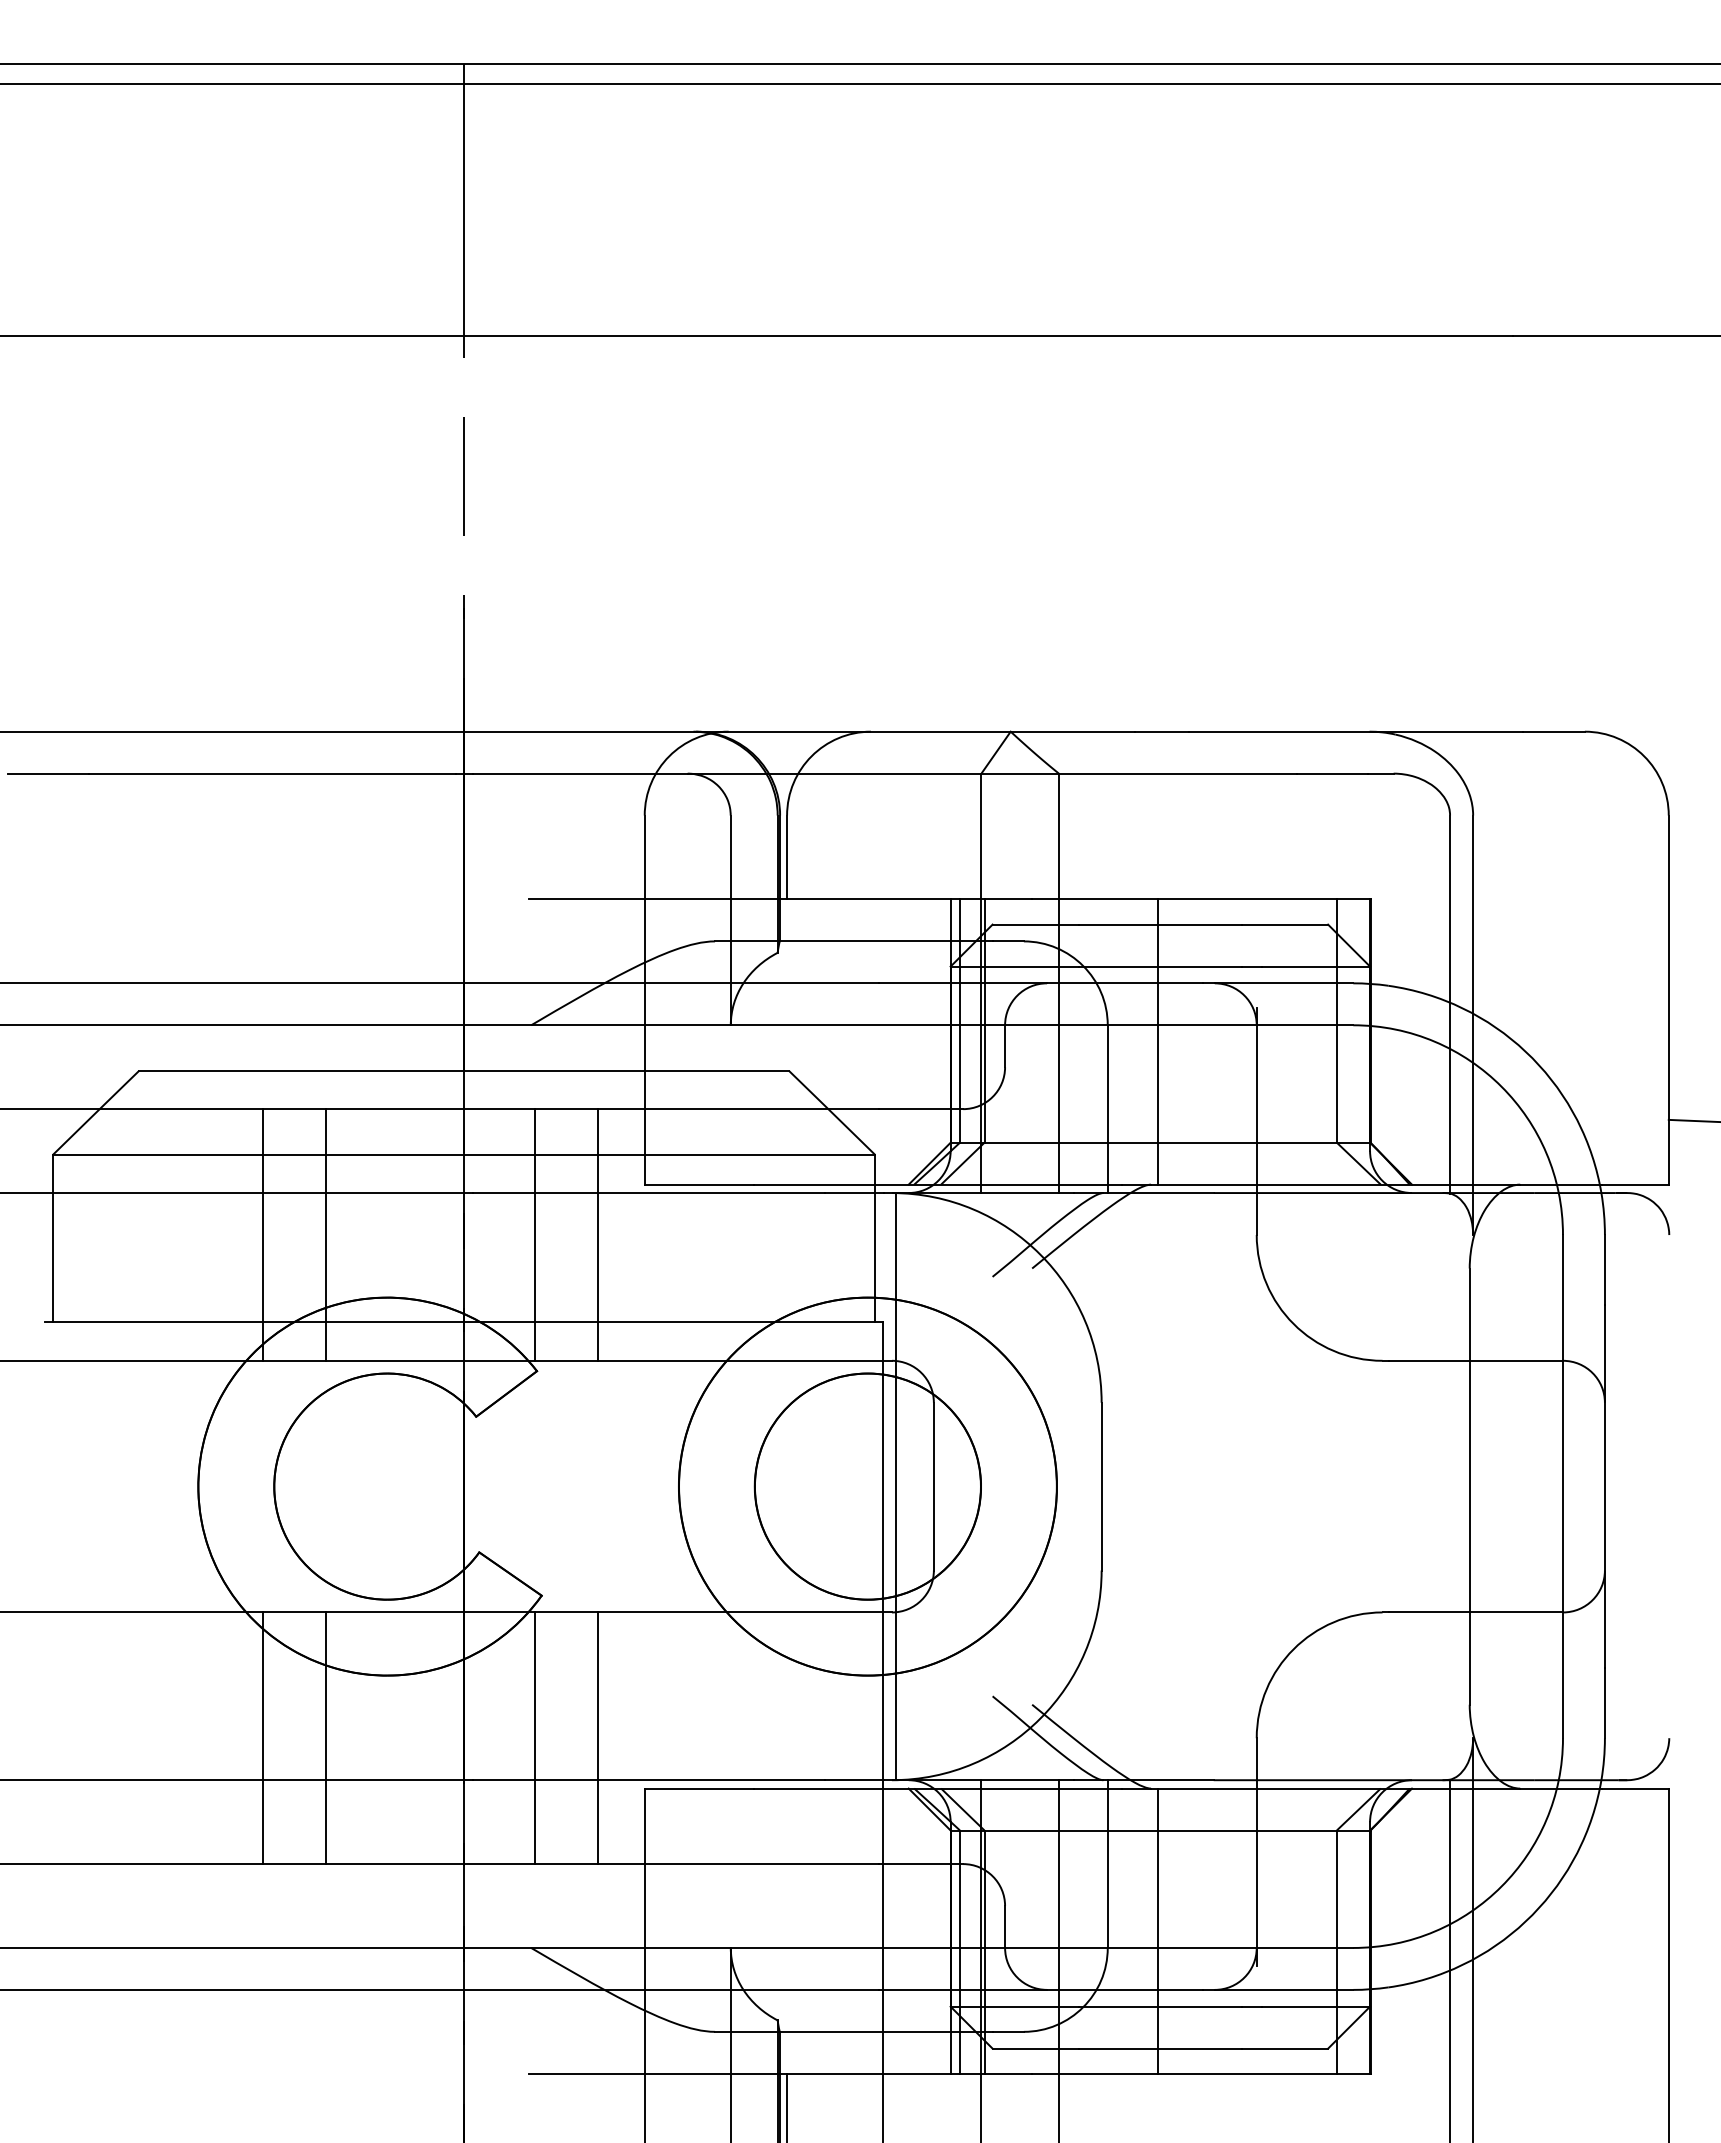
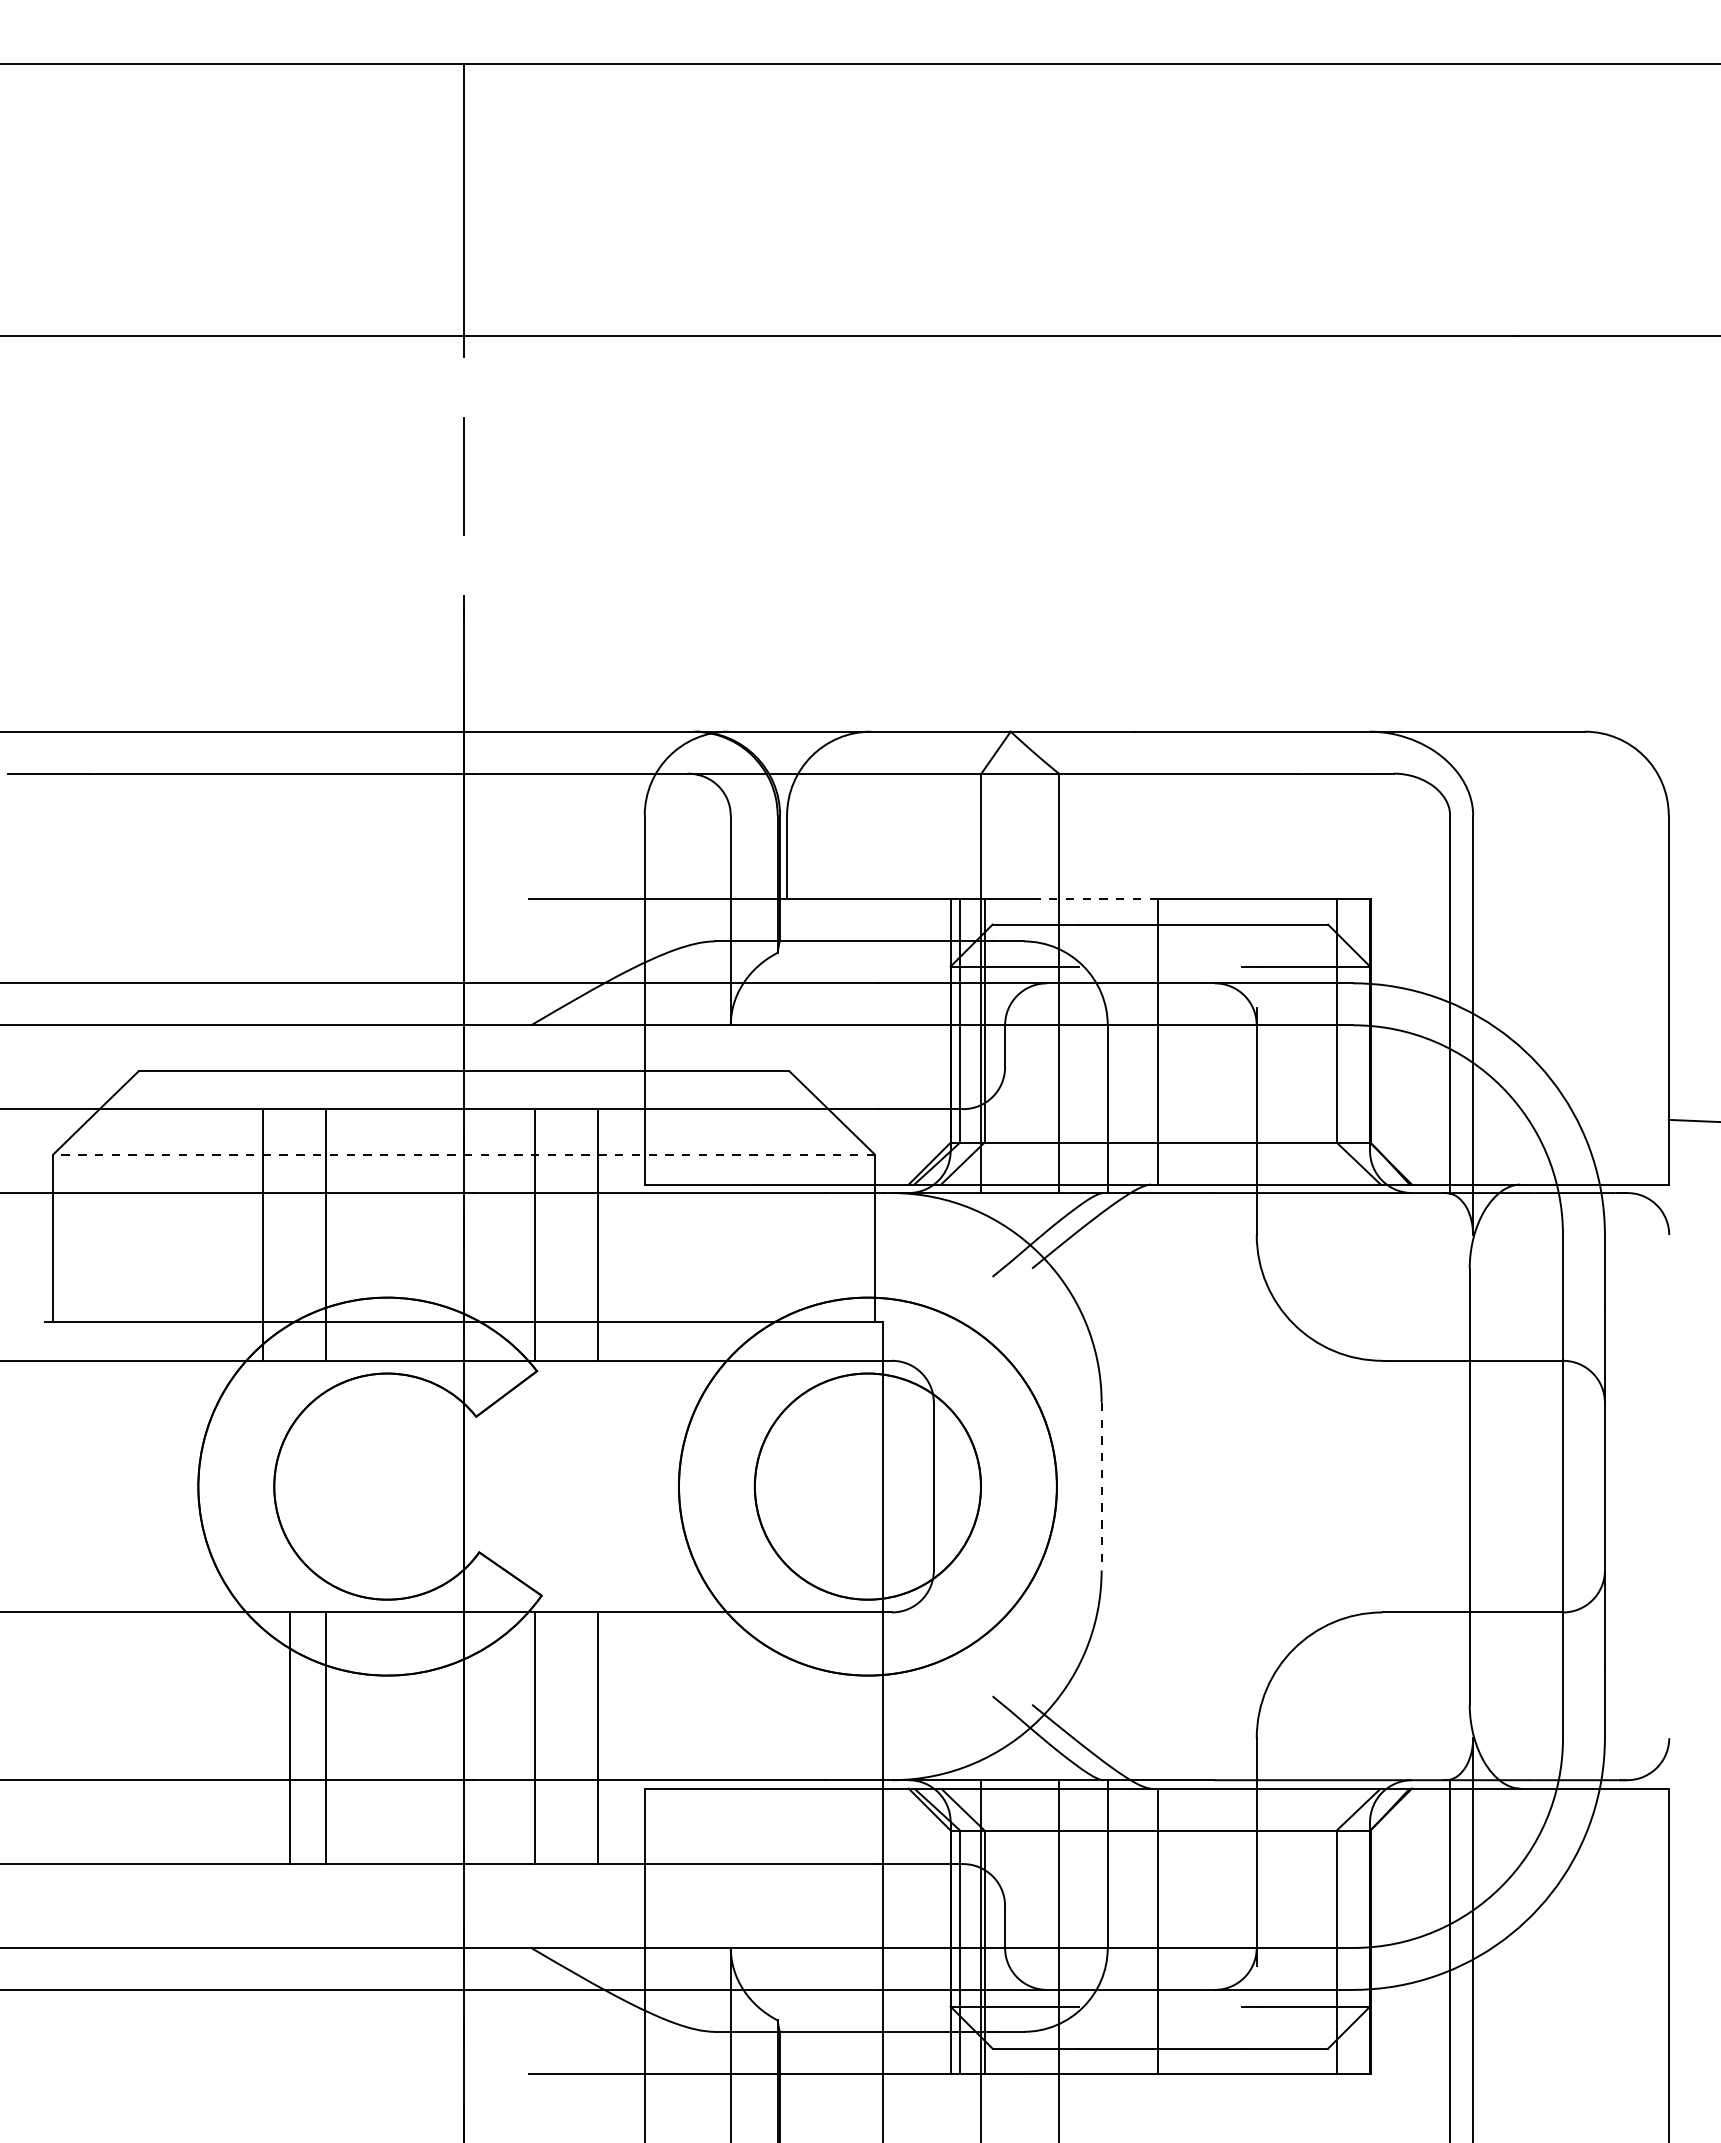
line at (859, 84): present -> none
line at (1095, 899): solid -> dashed
line at (1160, 966): present -> none
line at (464, 1154): solid -> dashed
line at (896, 1486): present -> none
line at (1101, 1486): solid -> dashed
line at (262, 1738) position: (262, 1738) -> (289, 1738)
line at (1160, 2006): present -> none
line at (787, 2106): present -> none
